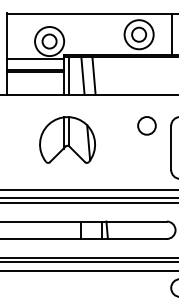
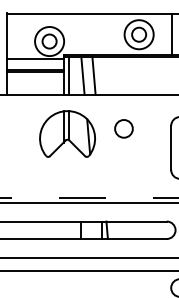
circle at (146, 125) position: (146, 125) -> (123, 128)
part at (67, 139) position: (67, 139) -> (67, 133)
line at (88, 189): present -> none
line at (89, 198): solid -> dashed
line at (88, 262): present -> none
